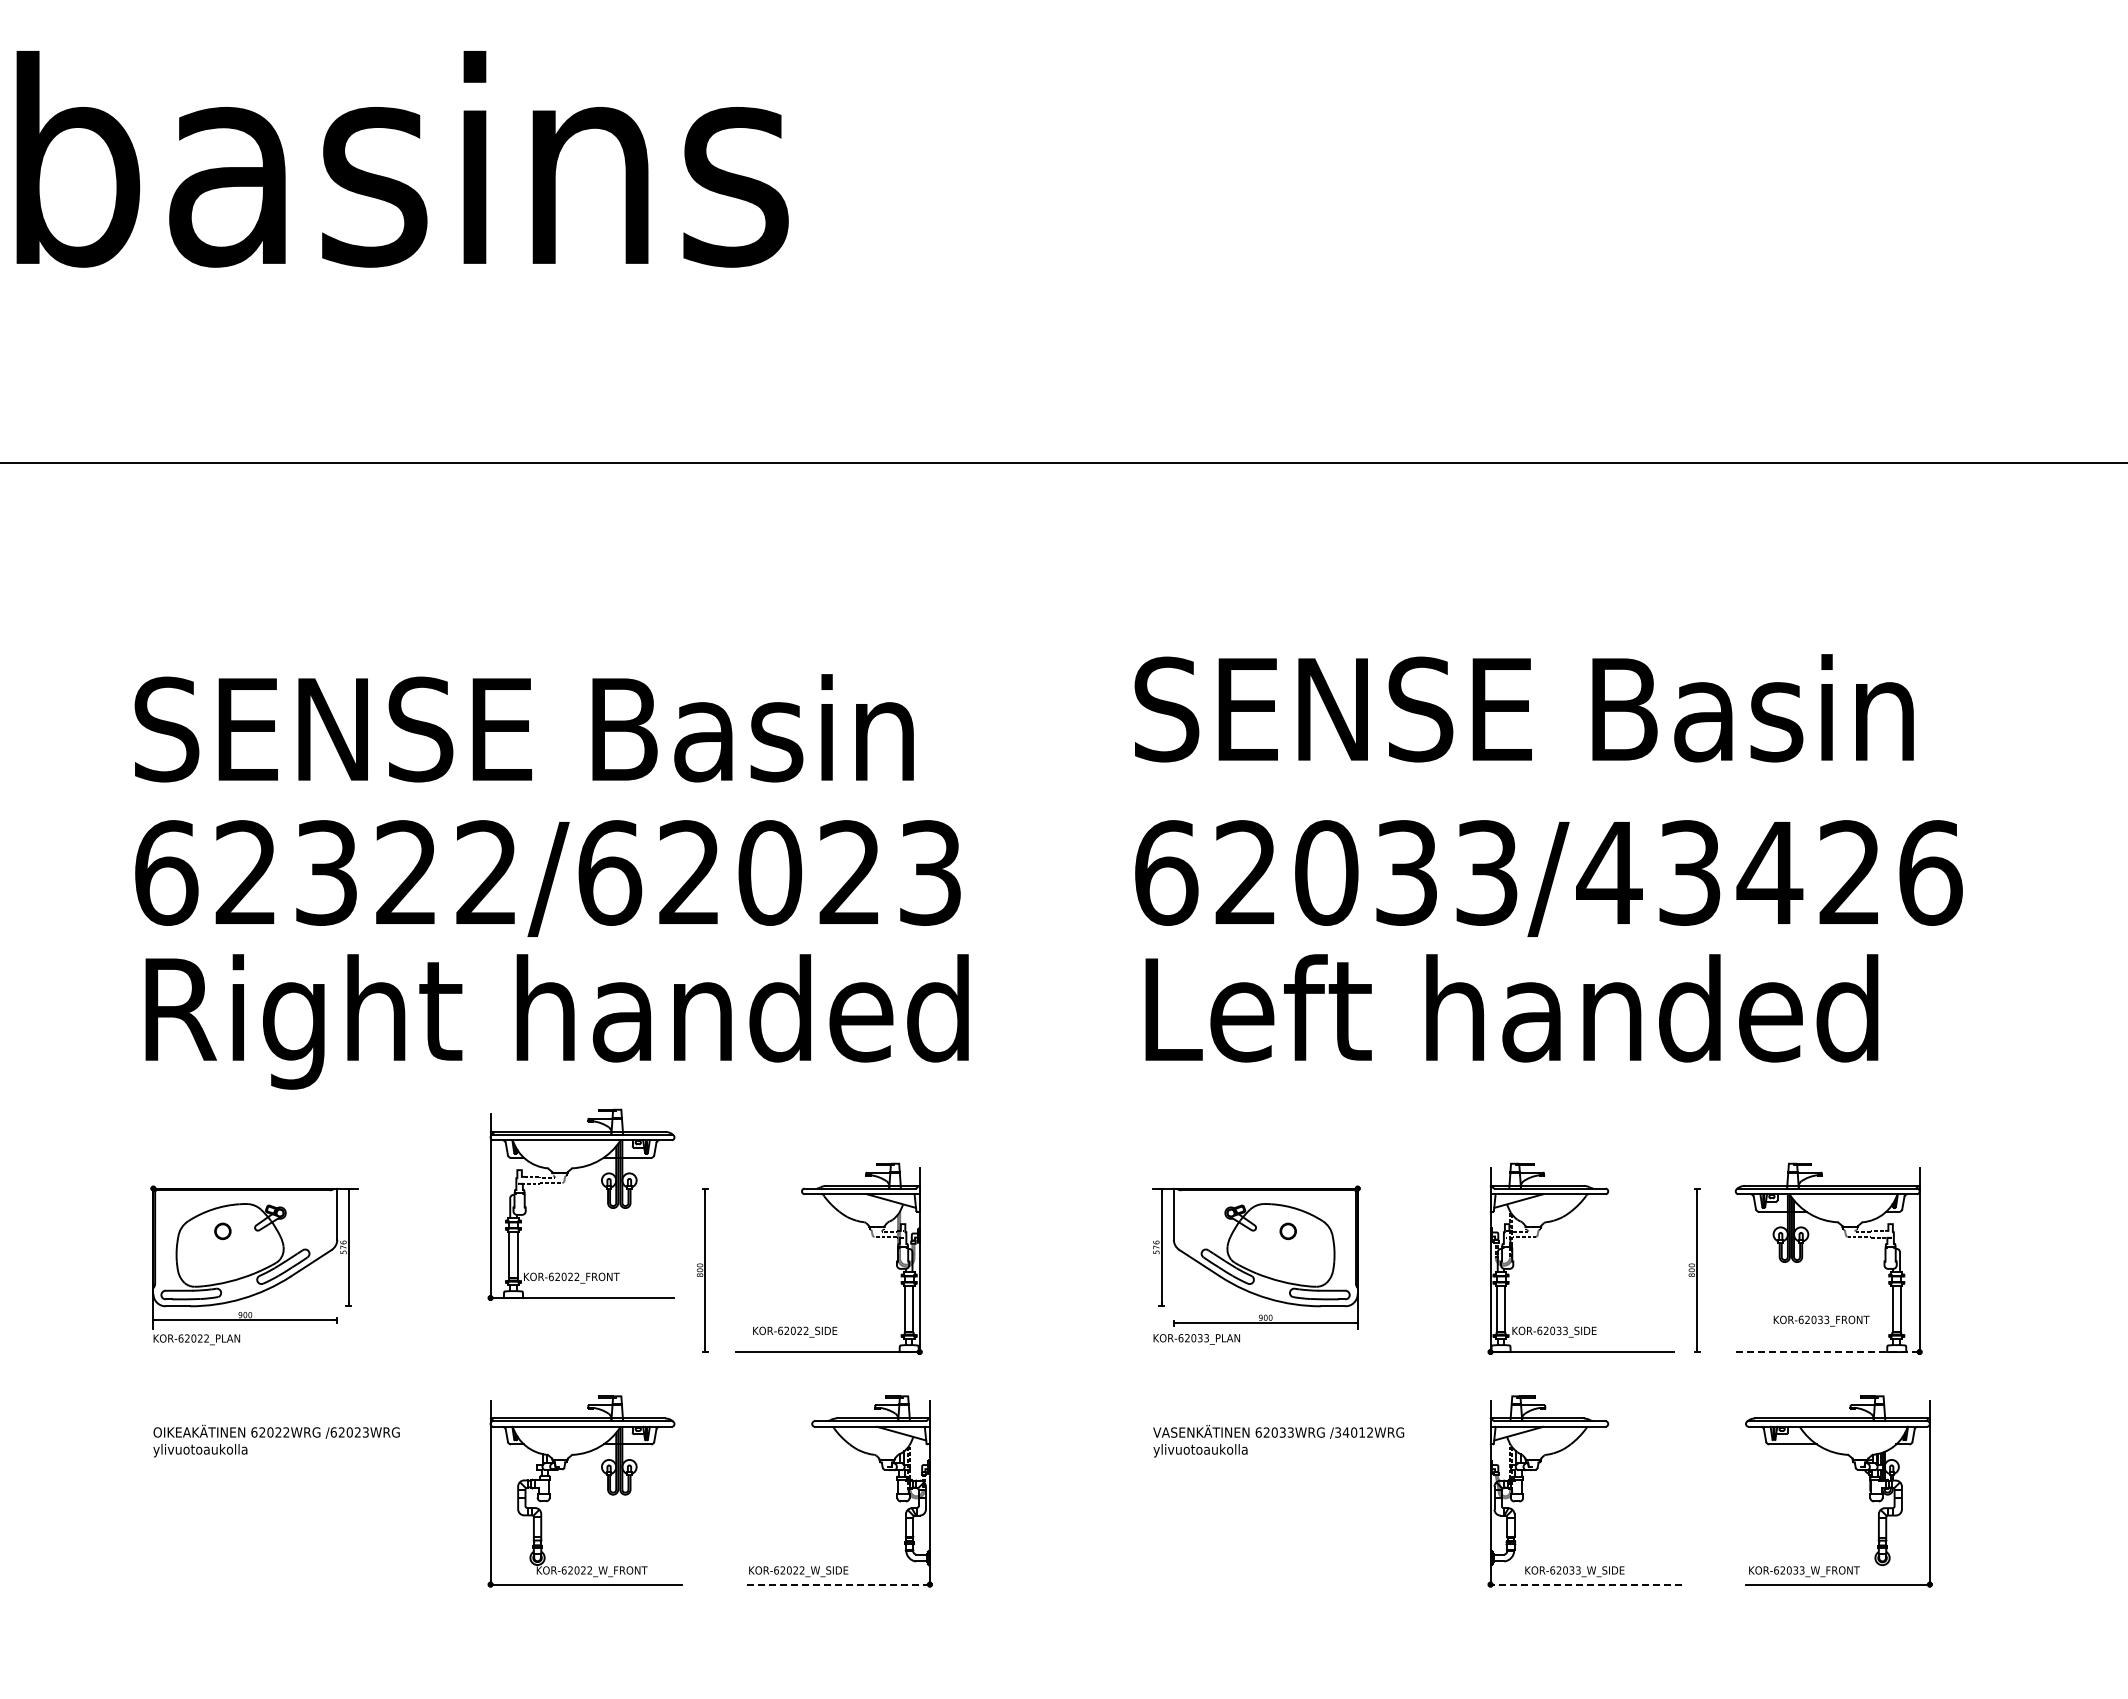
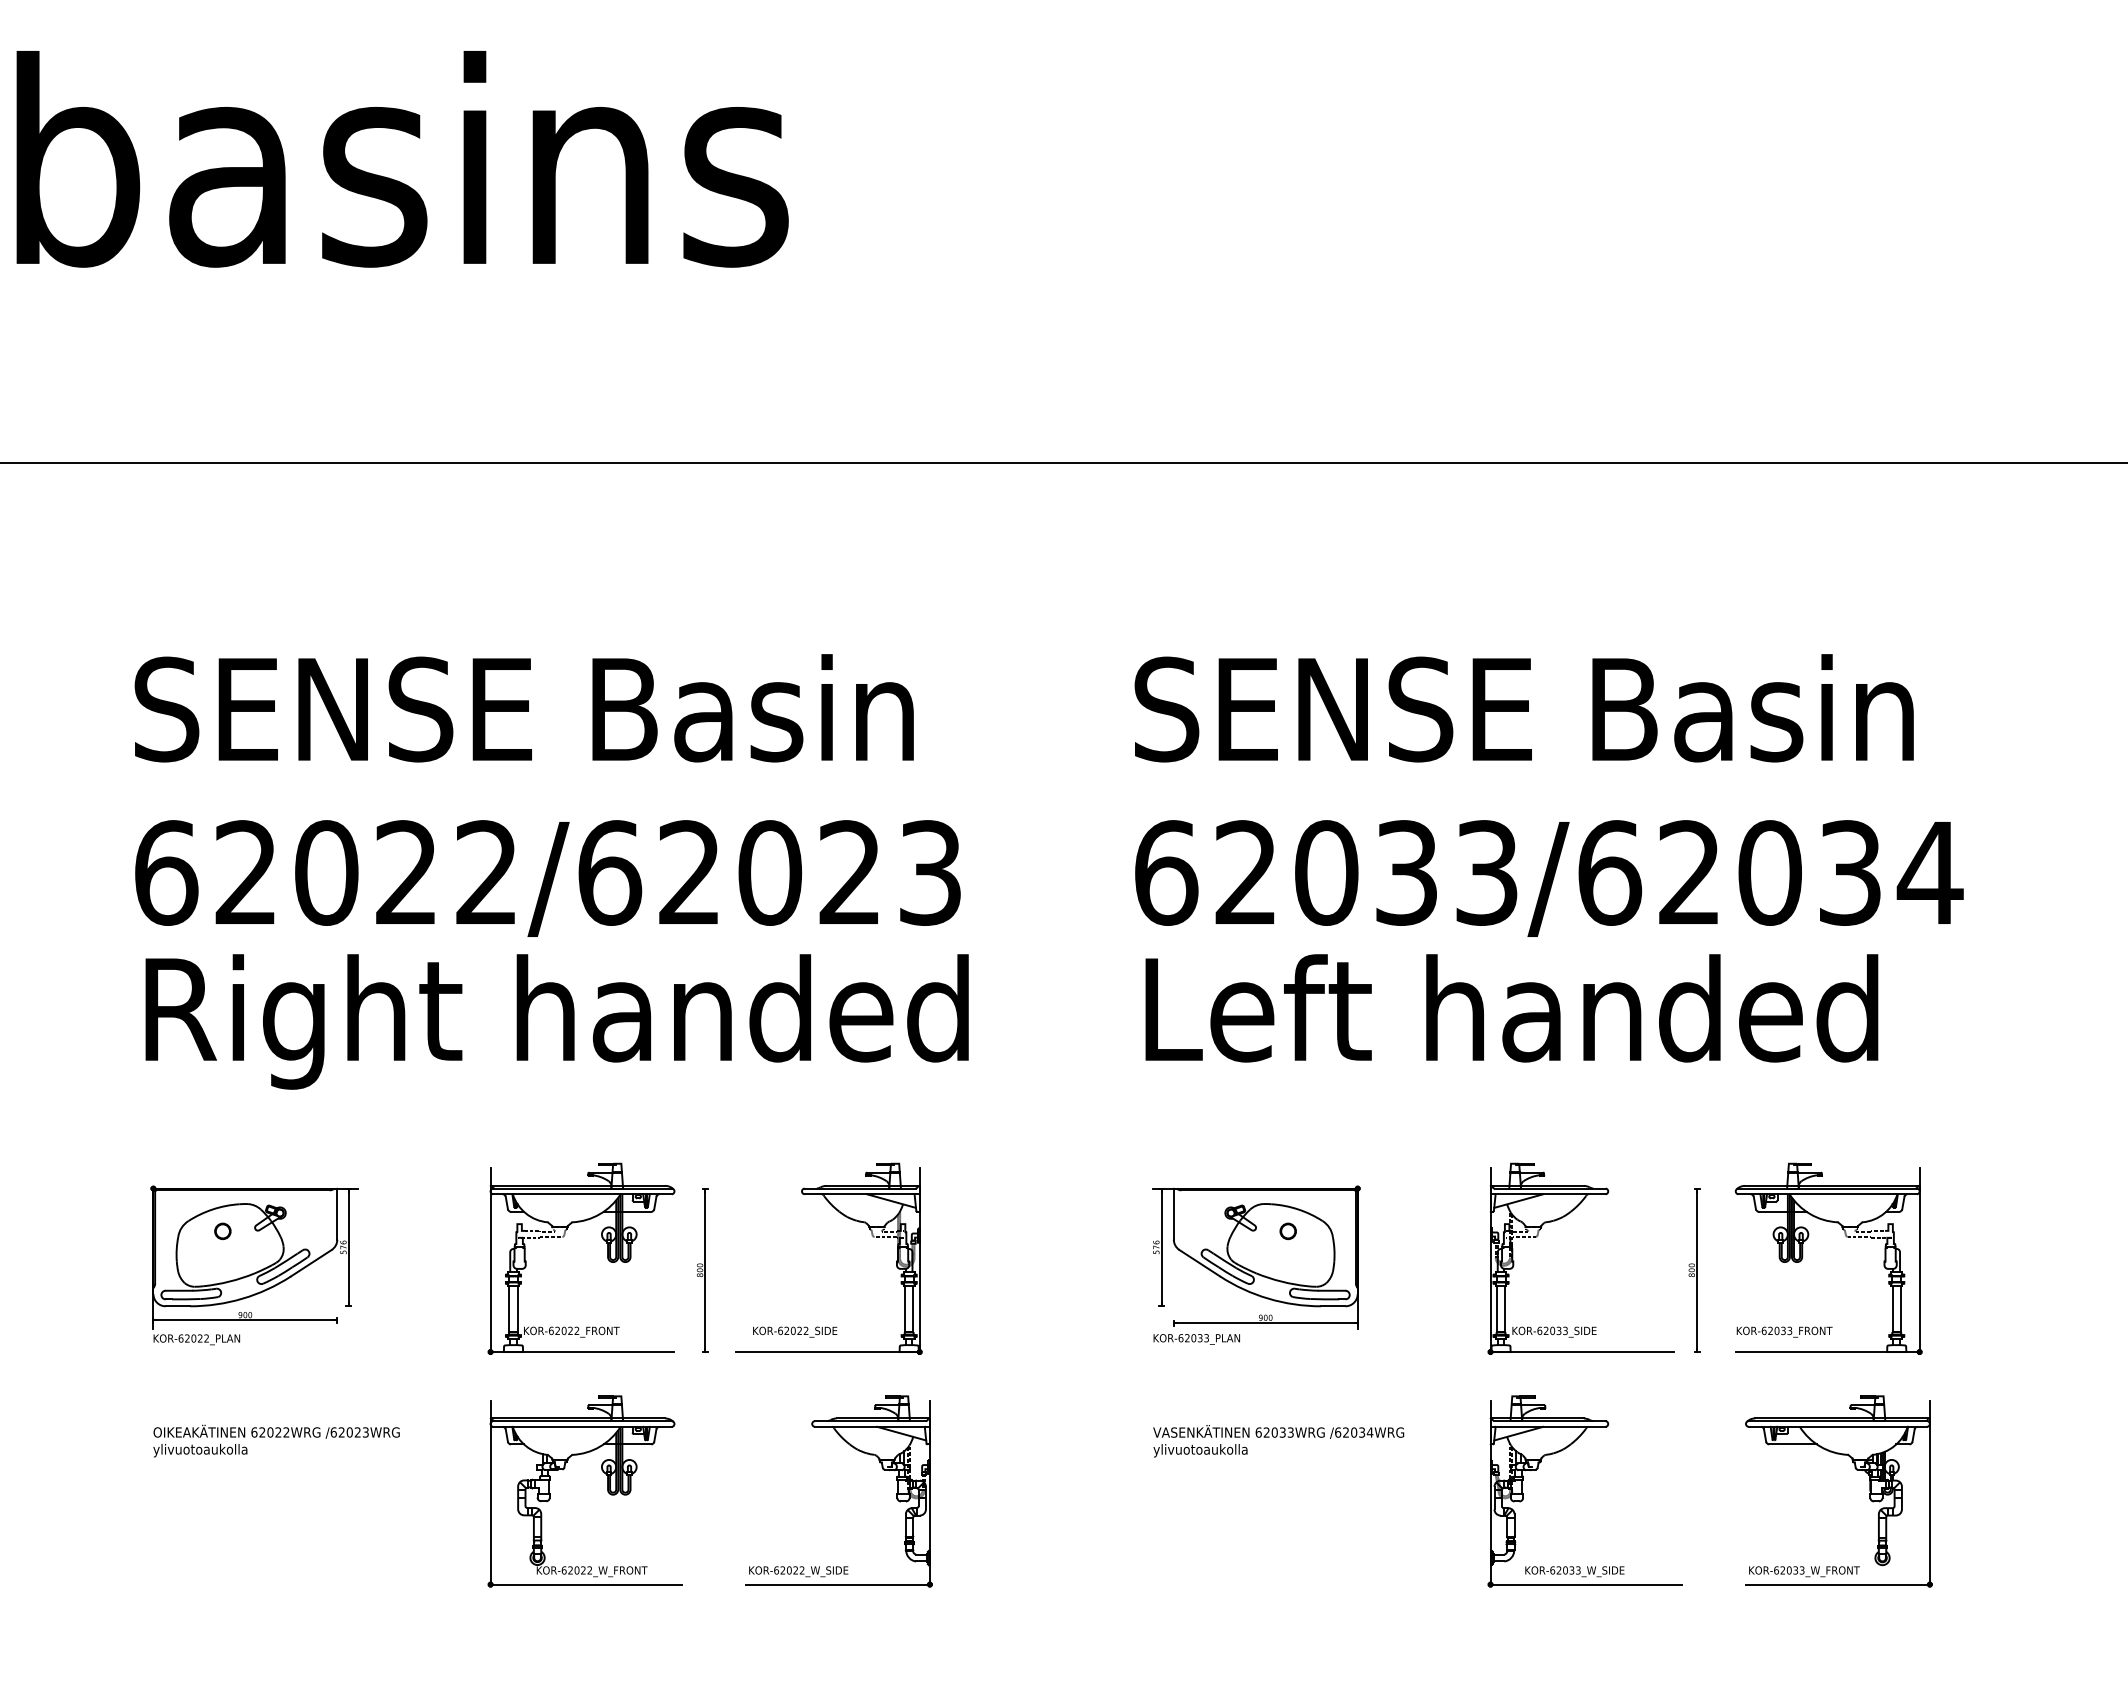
text at (523, 728) position: (523, 728) -> (523, 708)
text at (326, 872): 62322/62023 -> 62022/62023
text at (1769, 872): 62033/43426 -> 62033/62034
part at (607, 1204) position: (607, 1204) -> (607, 1258)
text at (1821, 1320) position: (1821, 1320) -> (1784, 1331)
line at (1827, 1352): dashed -> solid
text at (1354, 1432): /34012WRG -> /62034WRG
line at (837, 1584): dashed -> solid
line at (1585, 1584): dashed -> solid
